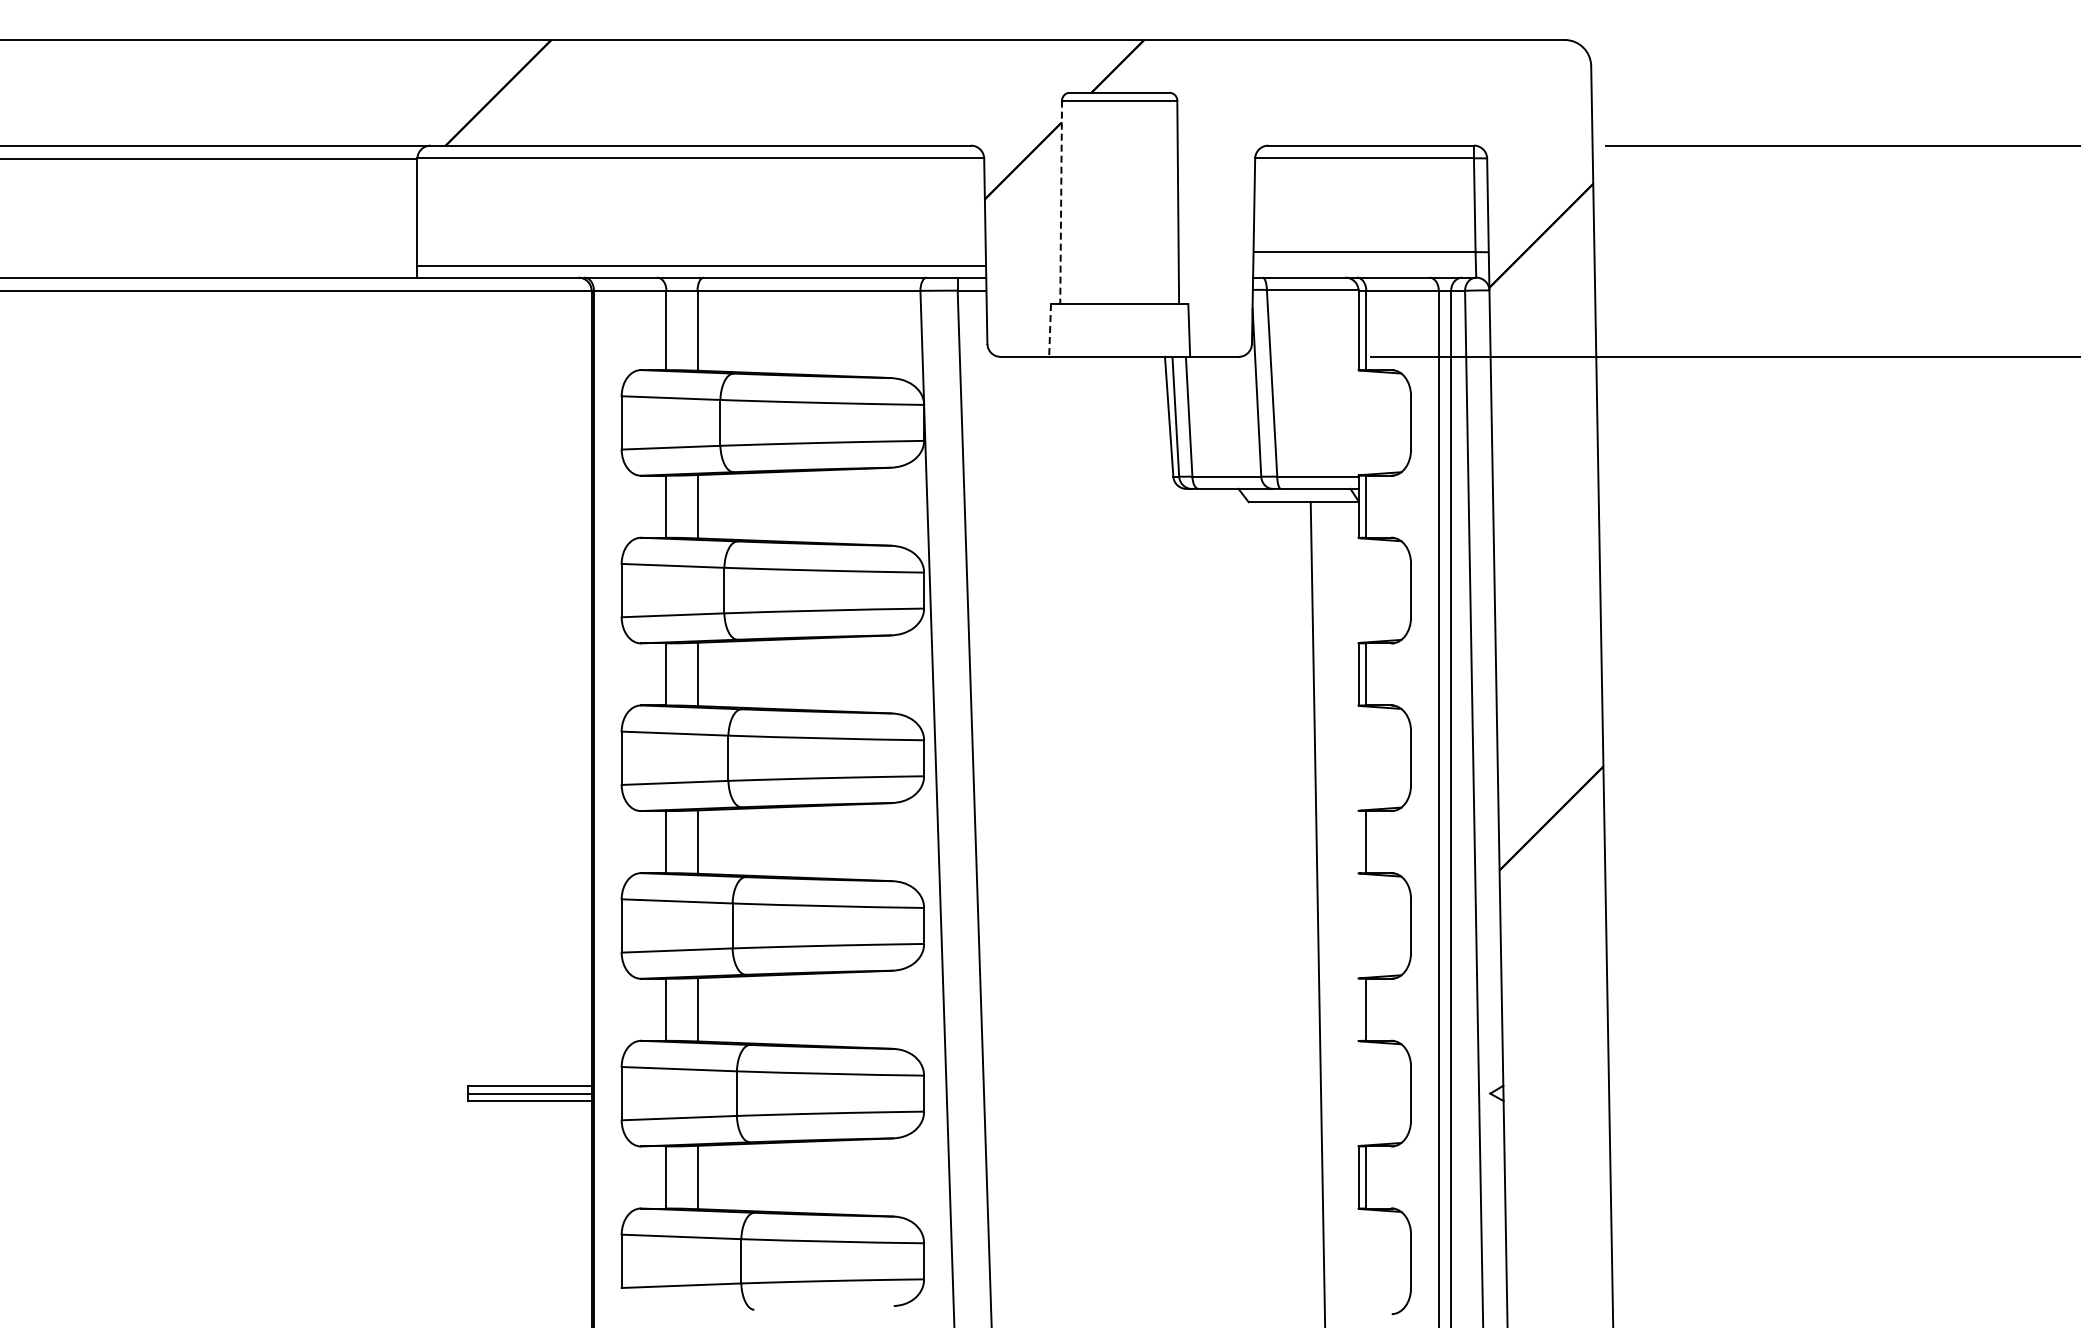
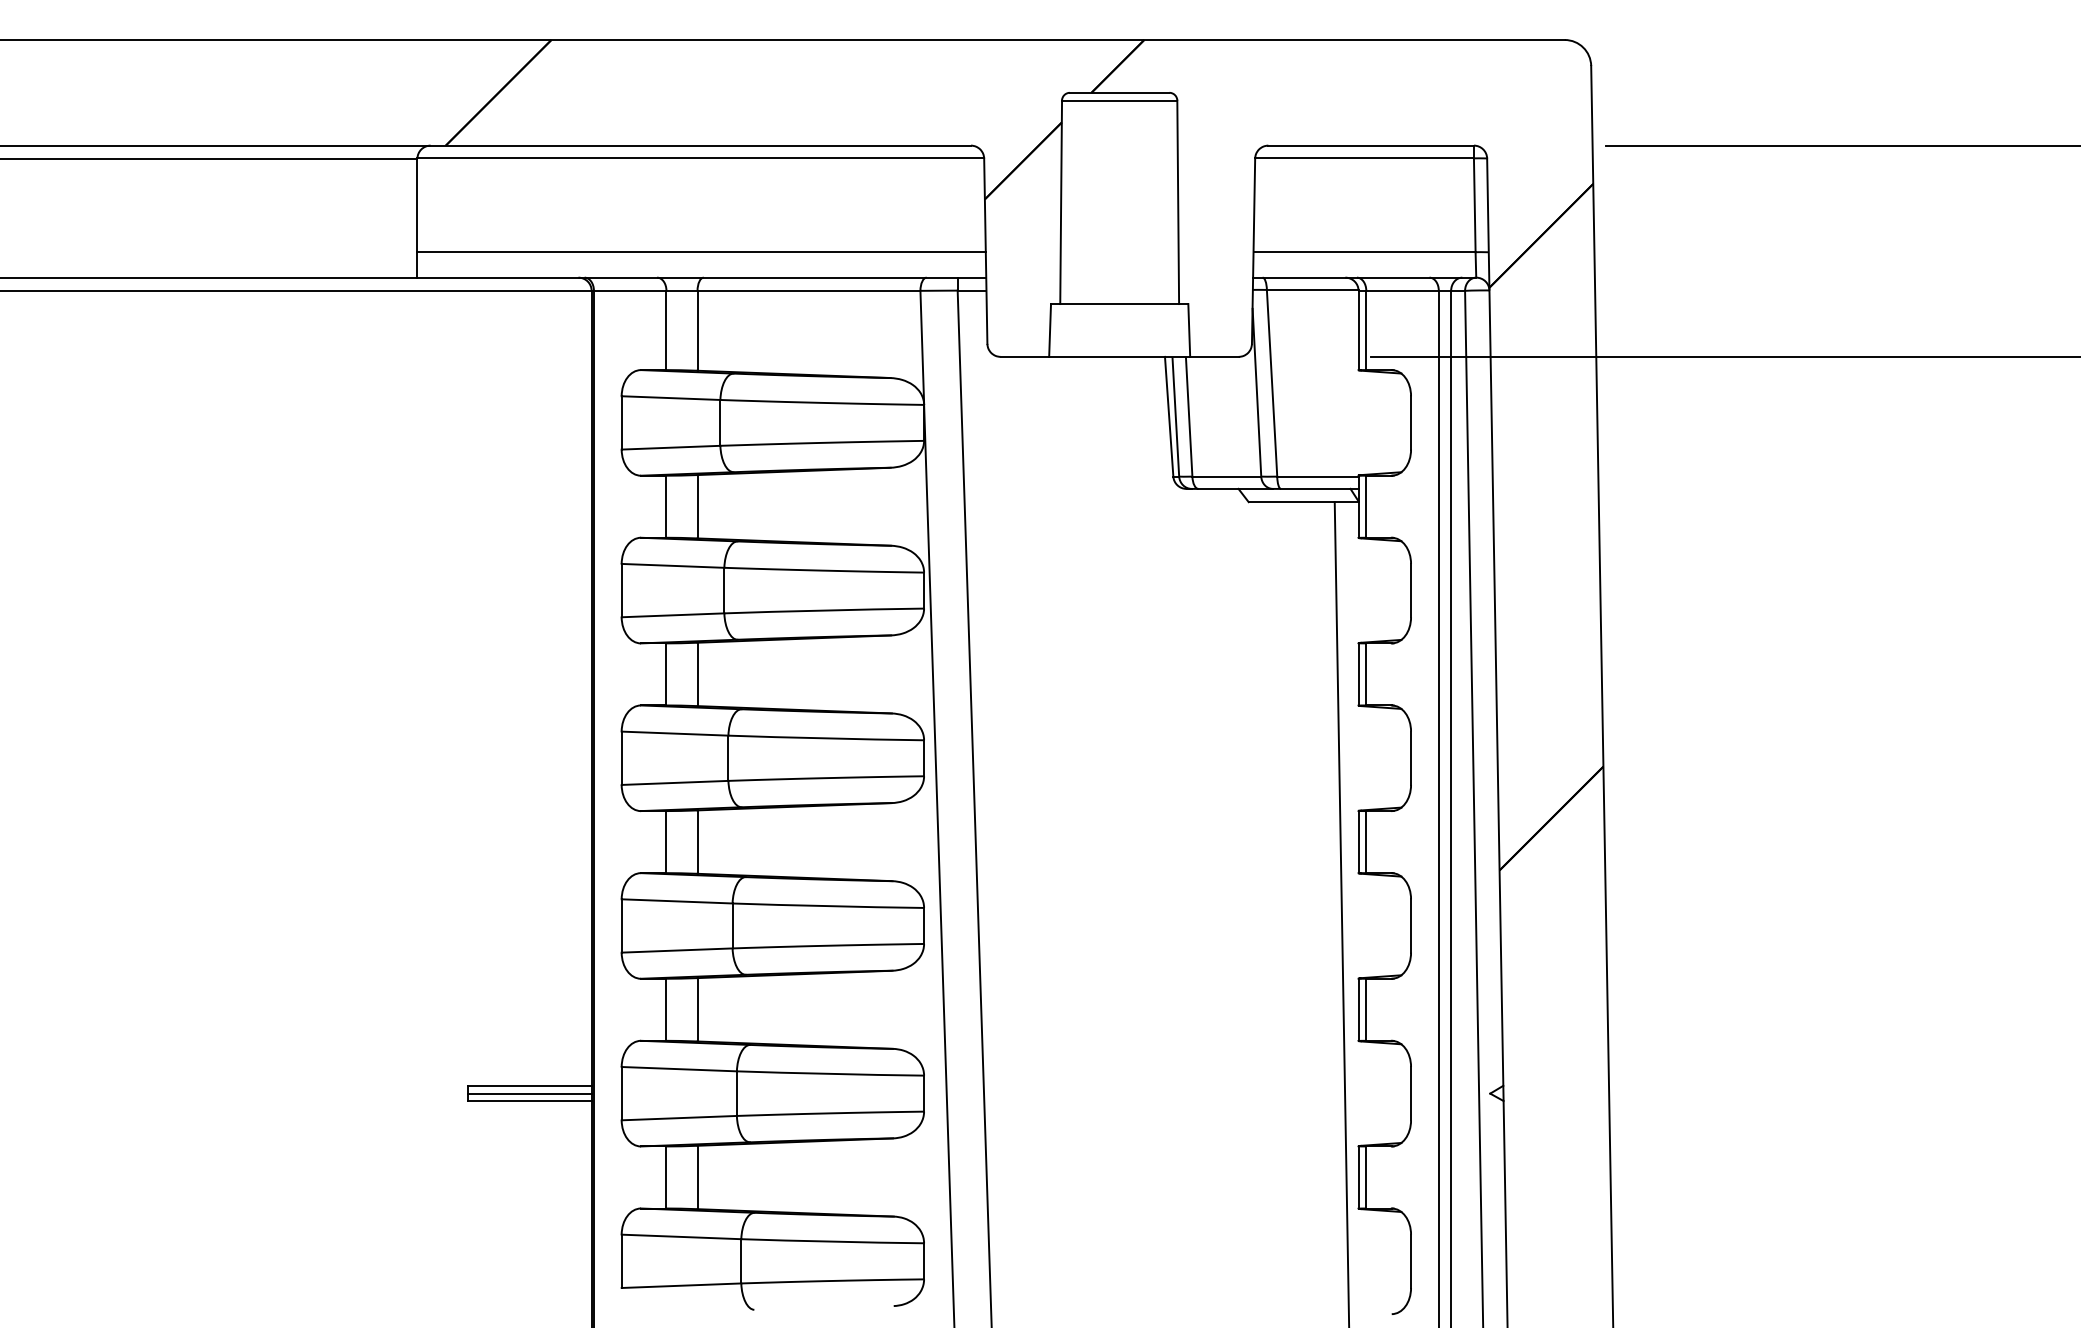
line at (1061, 202): dashed -> solid
line at (701, 266) position: (701, 266) -> (701, 252)
line at (1050, 330): dashed -> solid
line at (1358, 841): none -> present
line at (1317, 913) position: (1317, 913) -> (1341, 913)
line at (1358, 1009): none -> present
